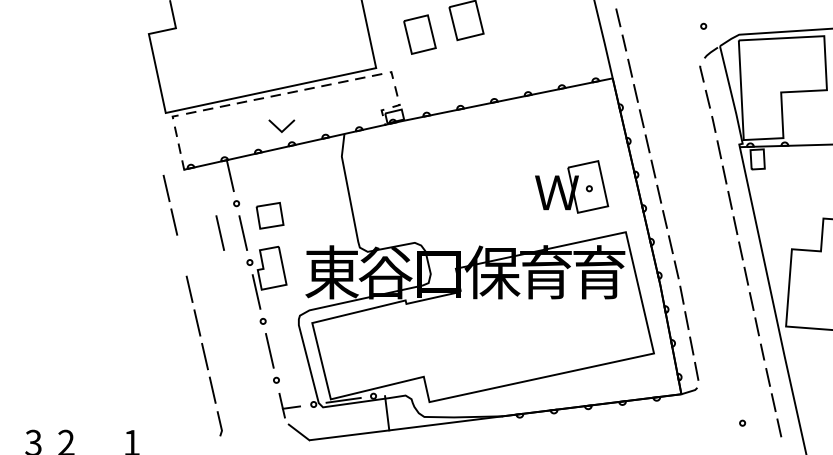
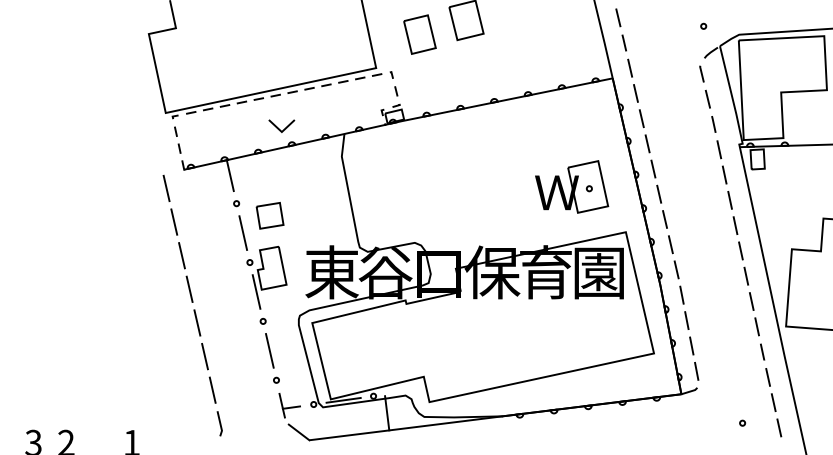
line at (219, 232): present -> none
line at (181, 255): none -> present
text at (599, 272): 育 -> 園
